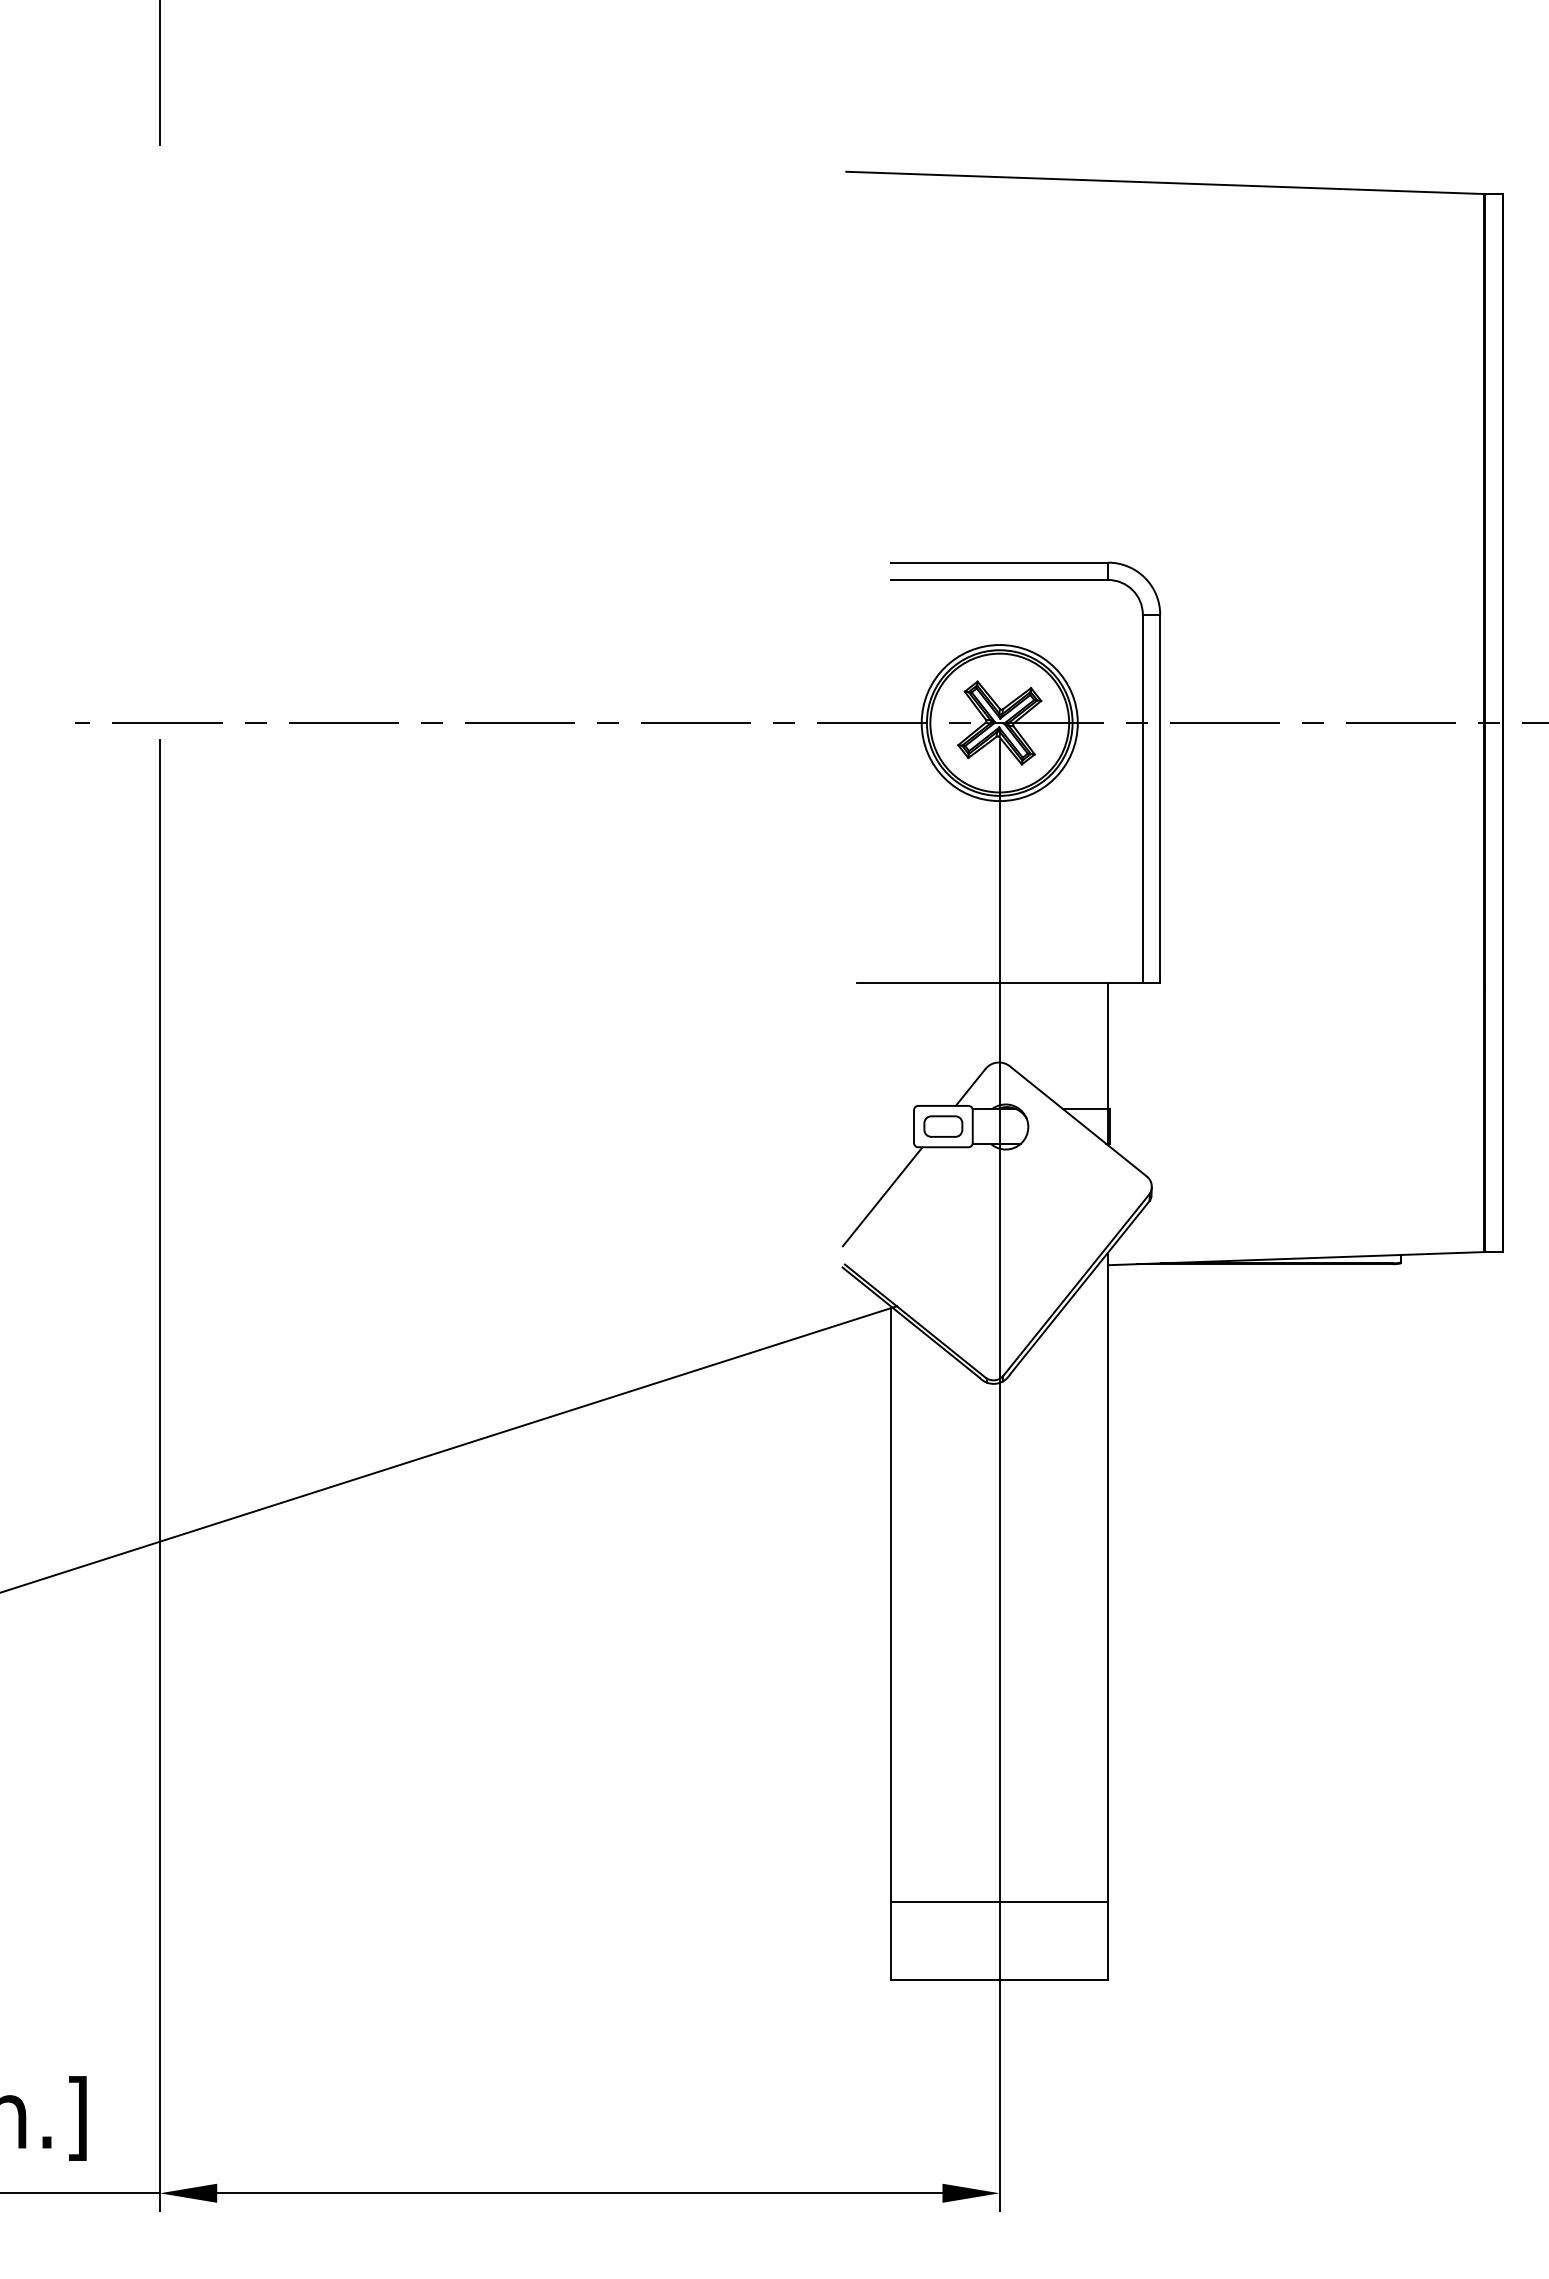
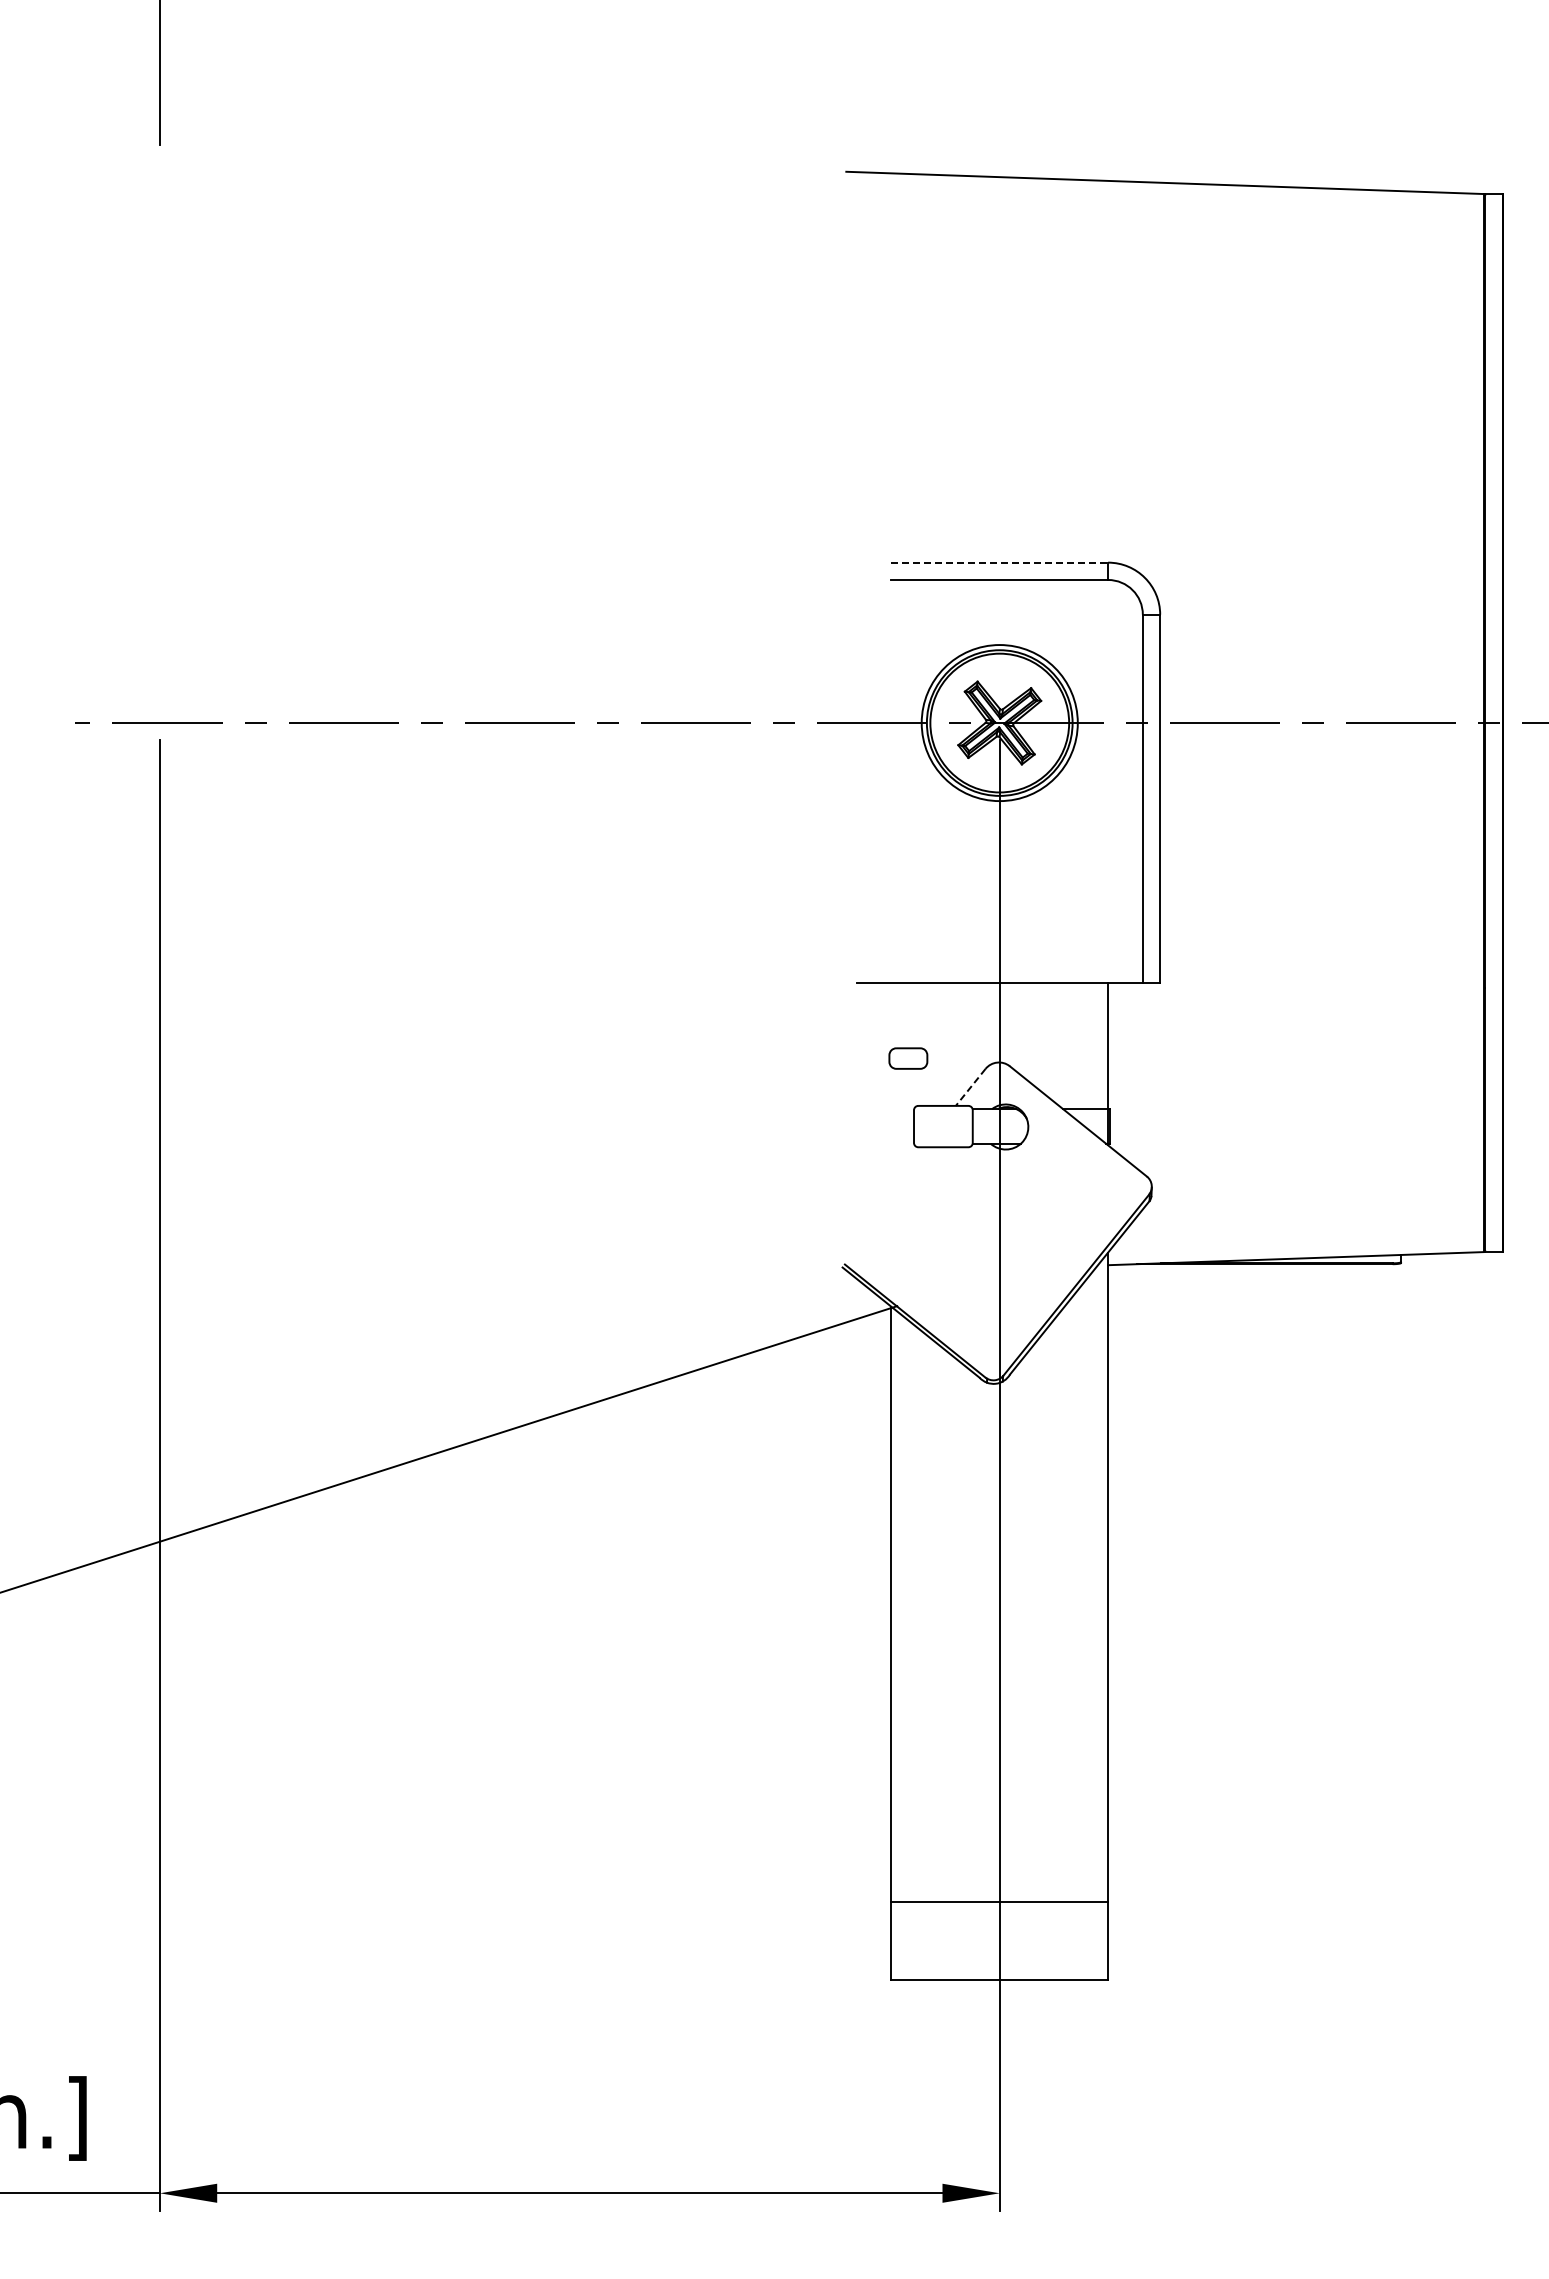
line at (1000, 562): solid -> dashed
line at (970, 1087): solid -> dashed
part at (943, 1126) position: (943, 1126) -> (908, 1058)
line at (882, 1196): present -> none
